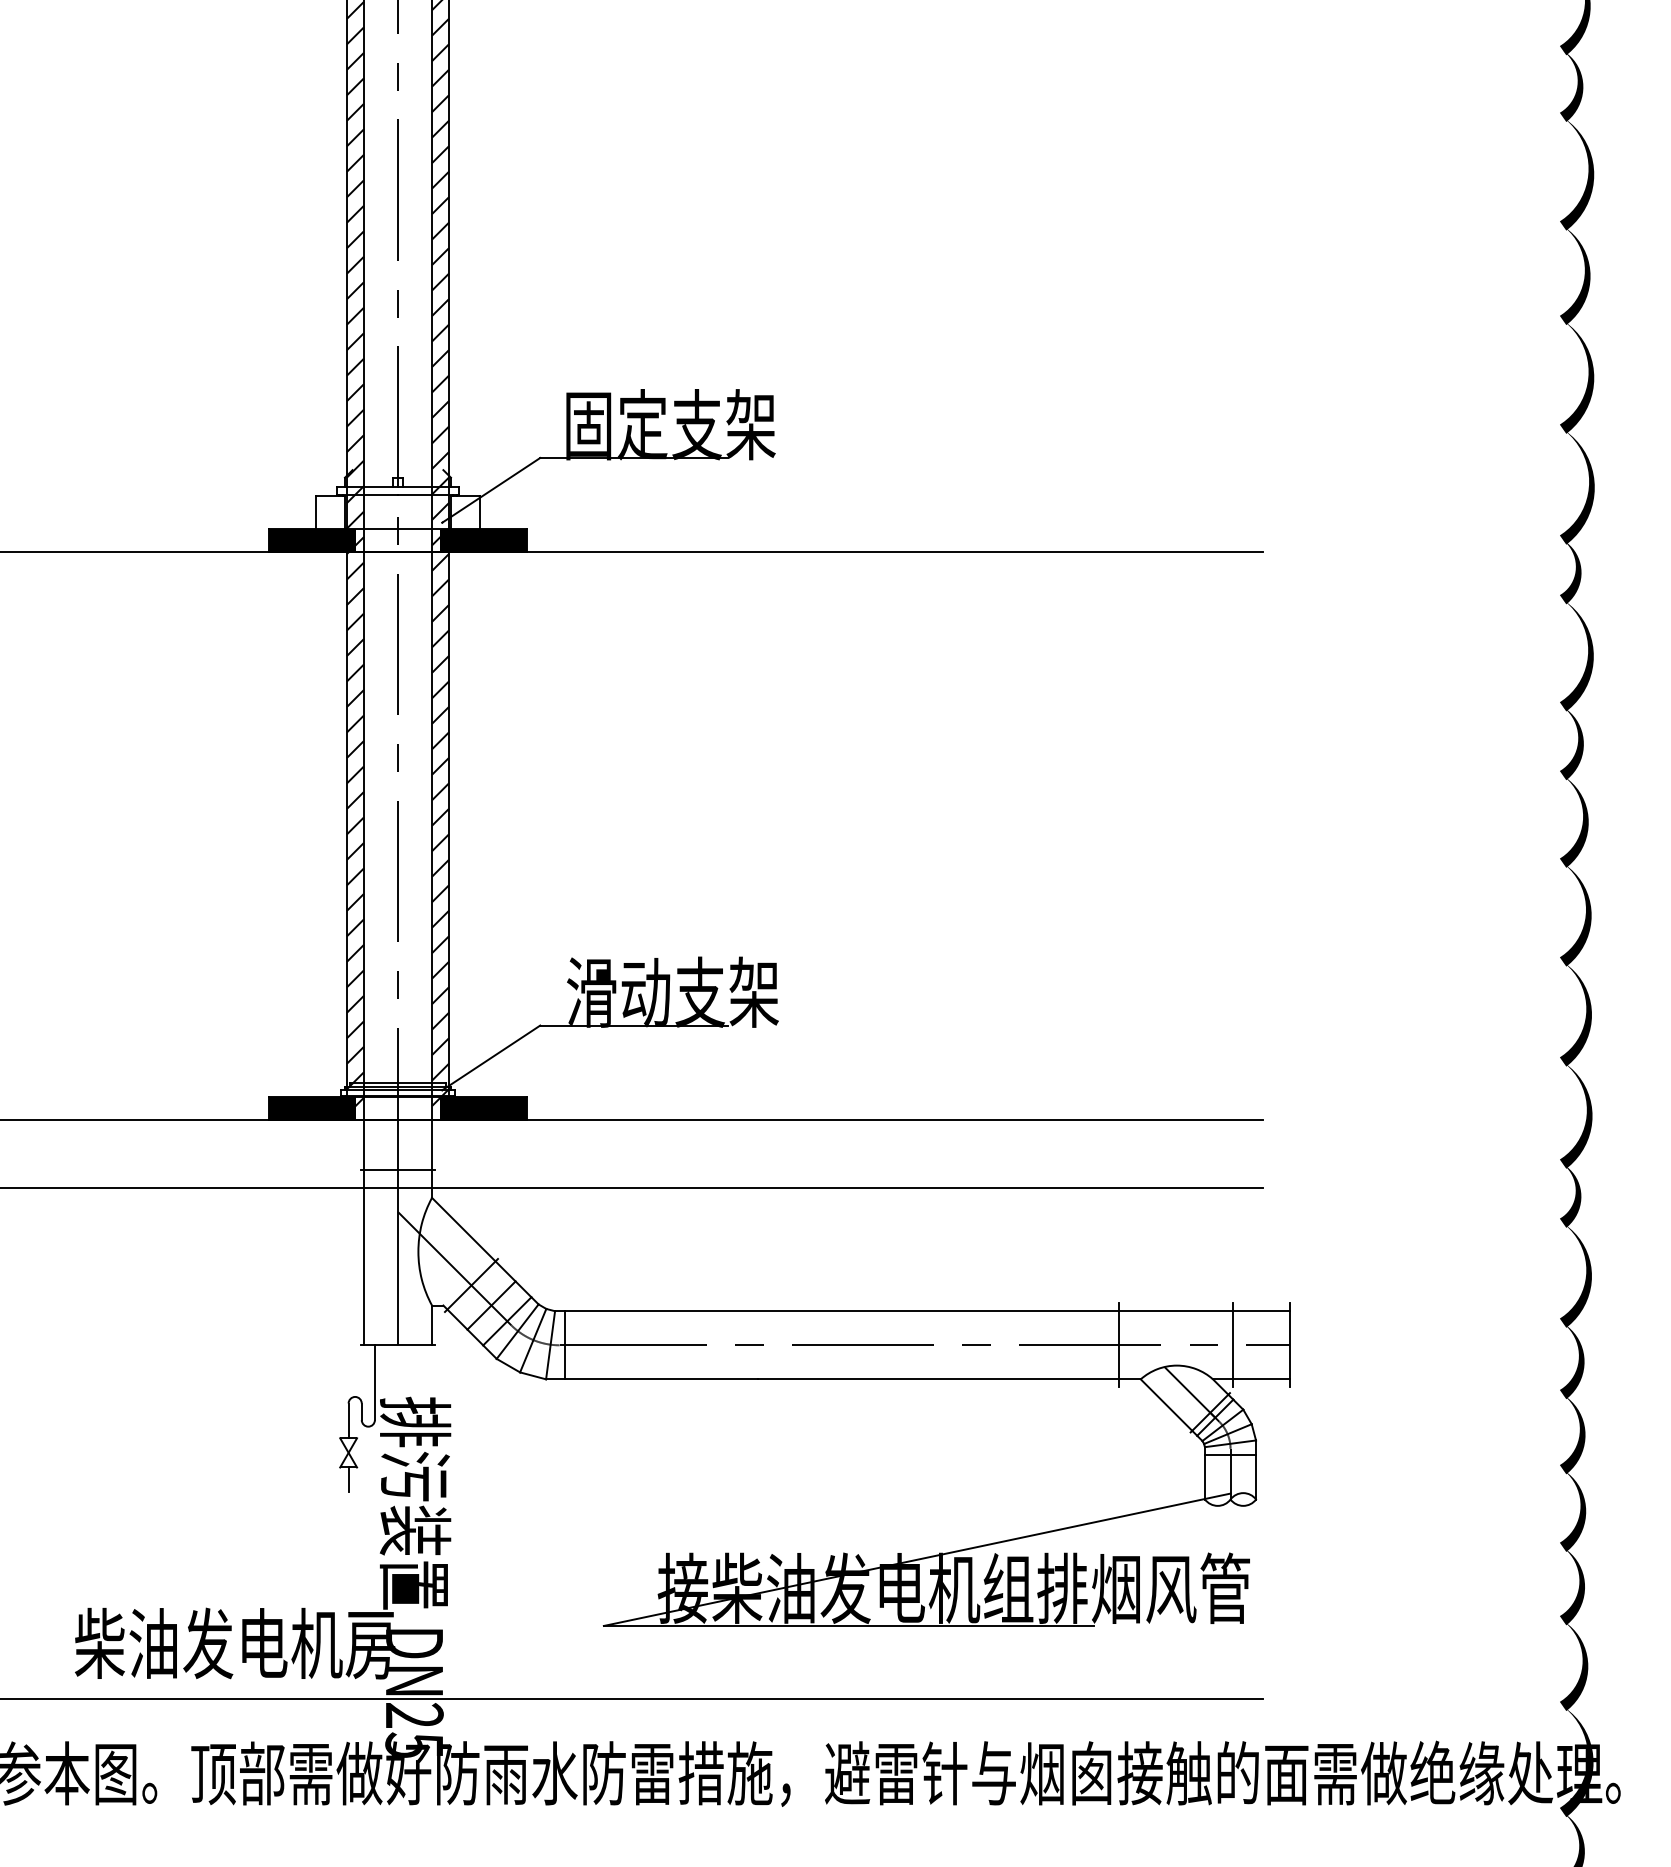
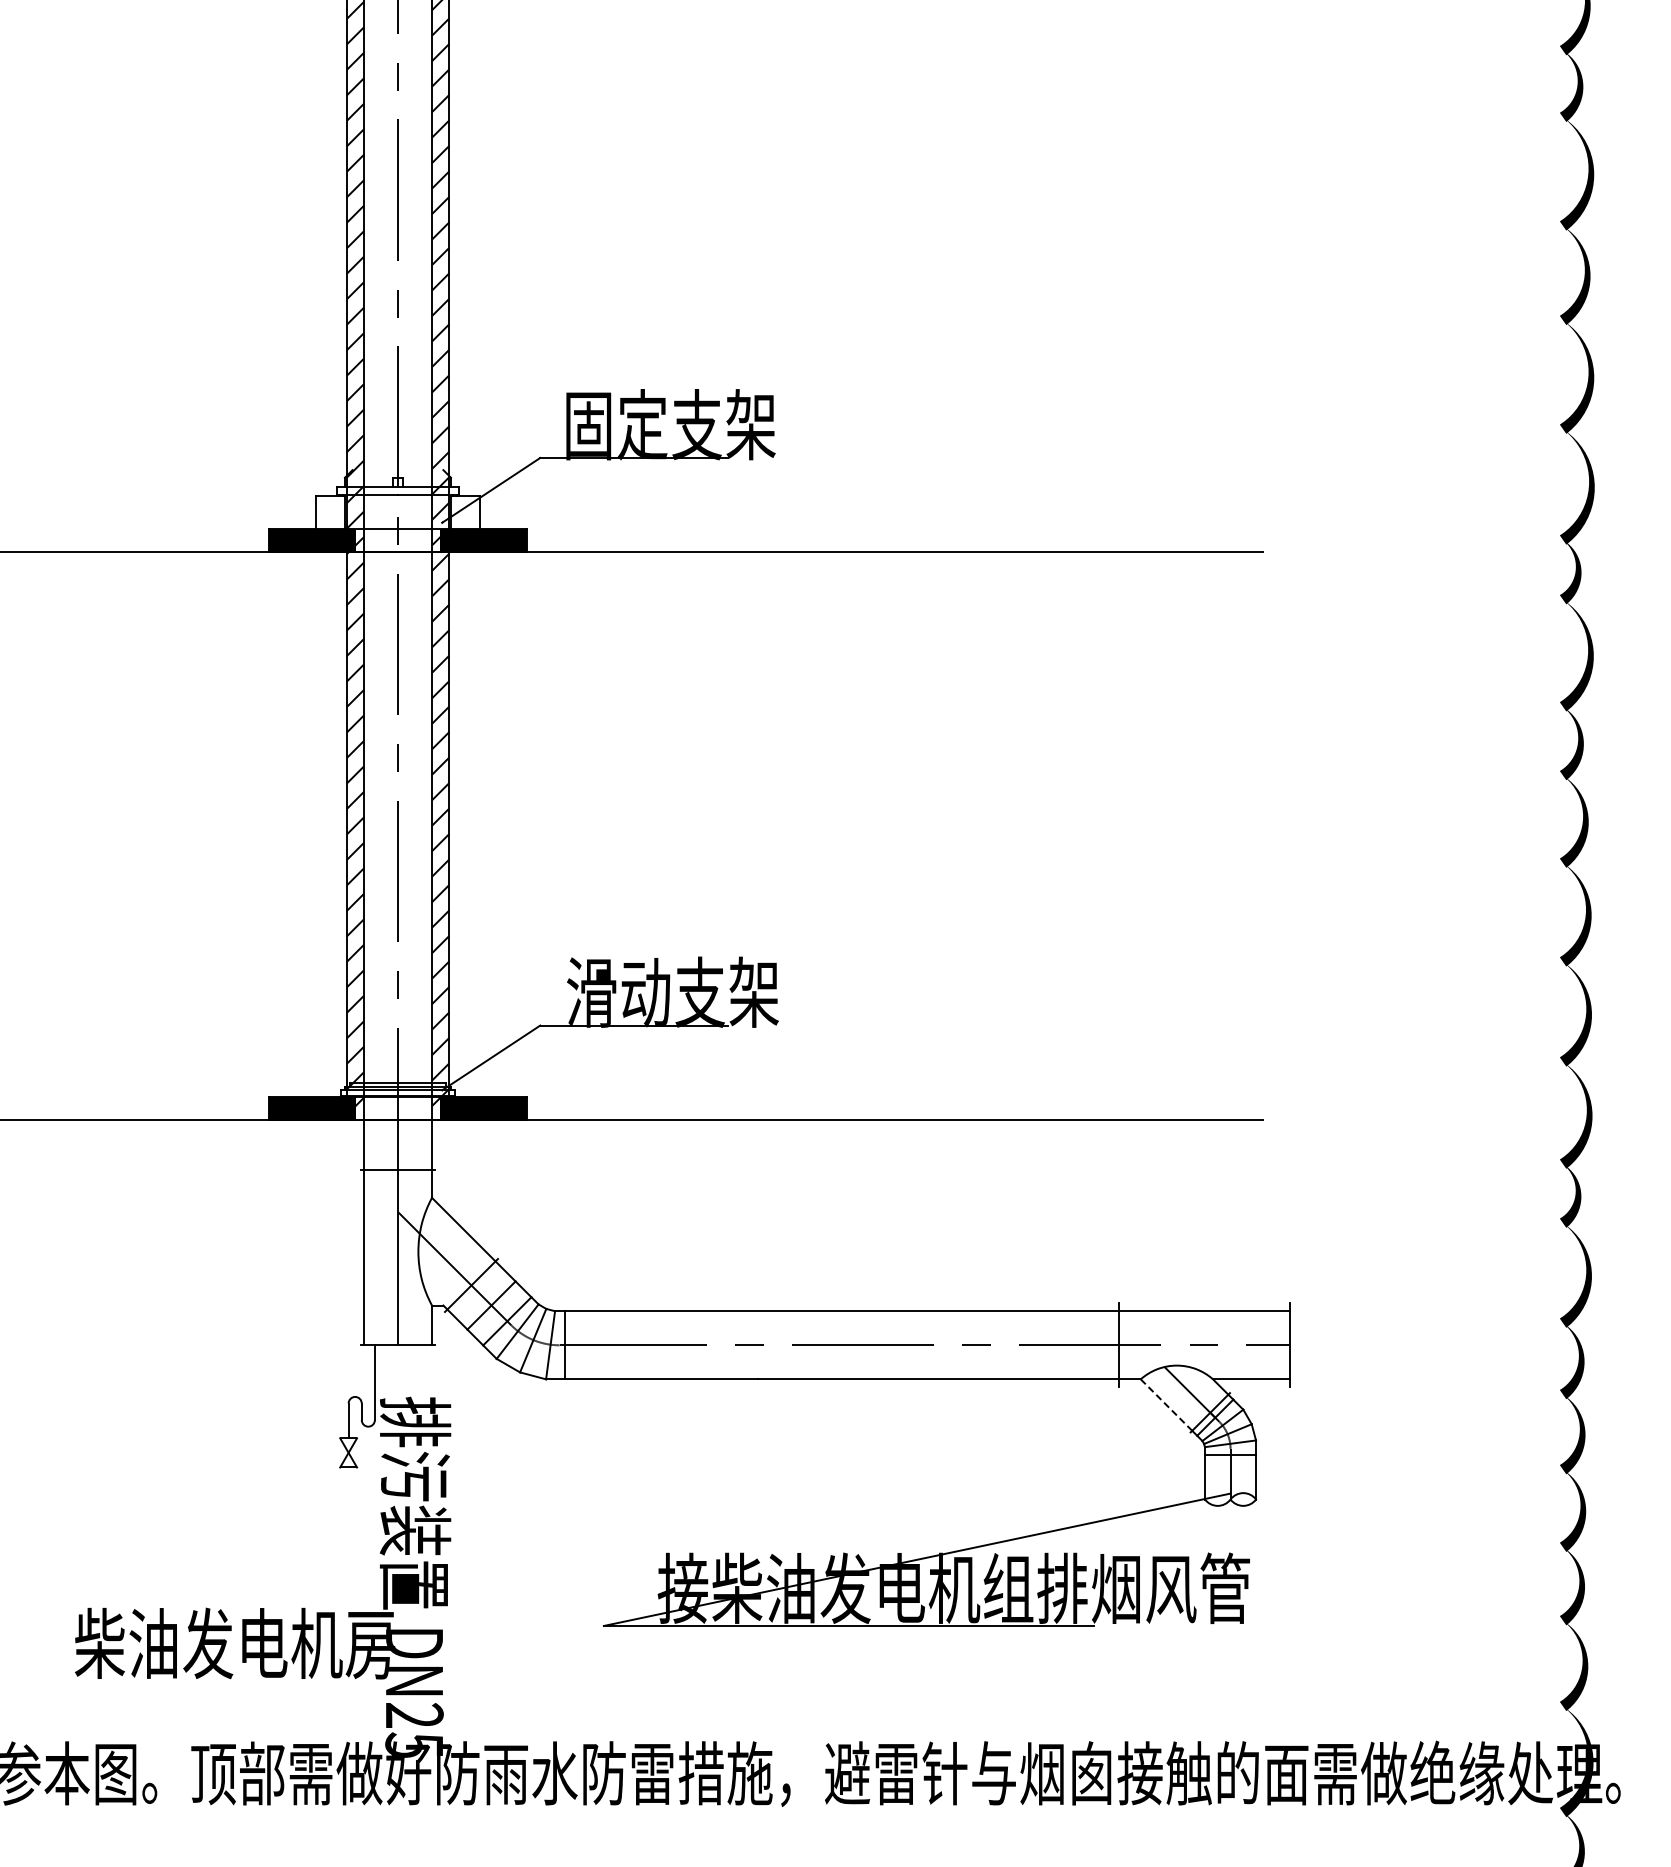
line at (632, 1187): present -> none
line at (1232, 1345): present -> none
line at (1166, 1405): solid -> dashed
line at (348, 1479): present -> none
line at (632, 1698): present -> none
